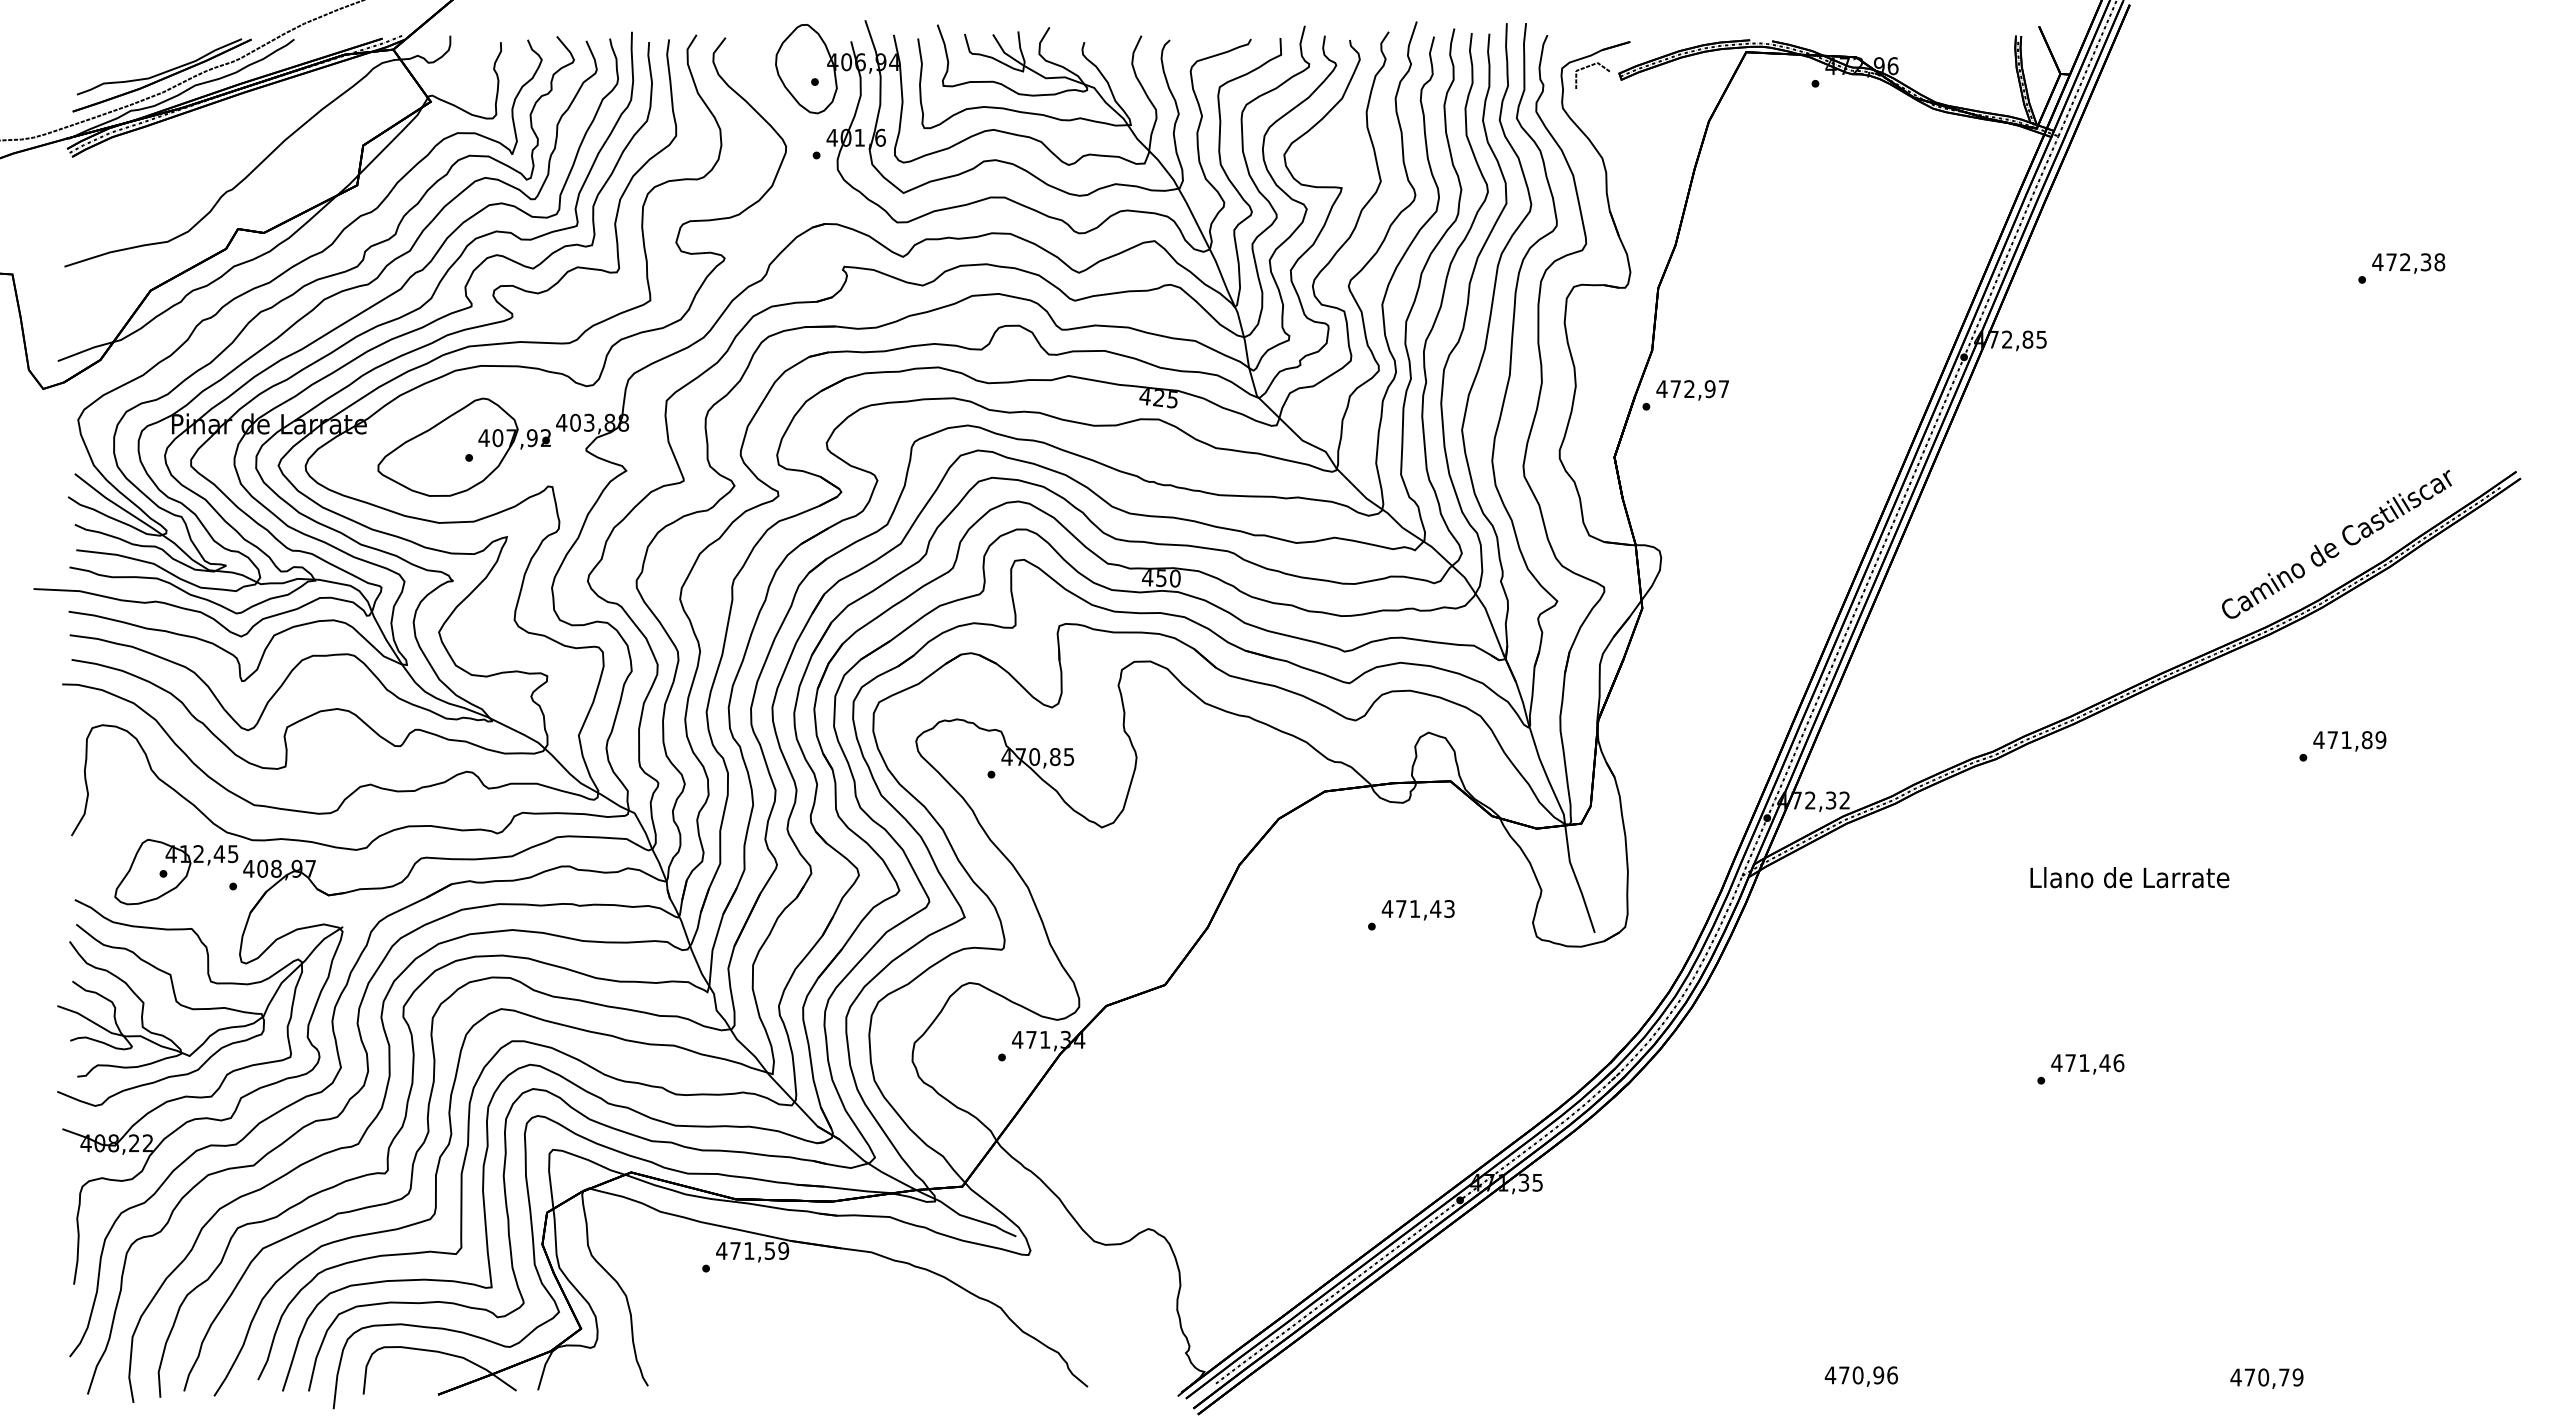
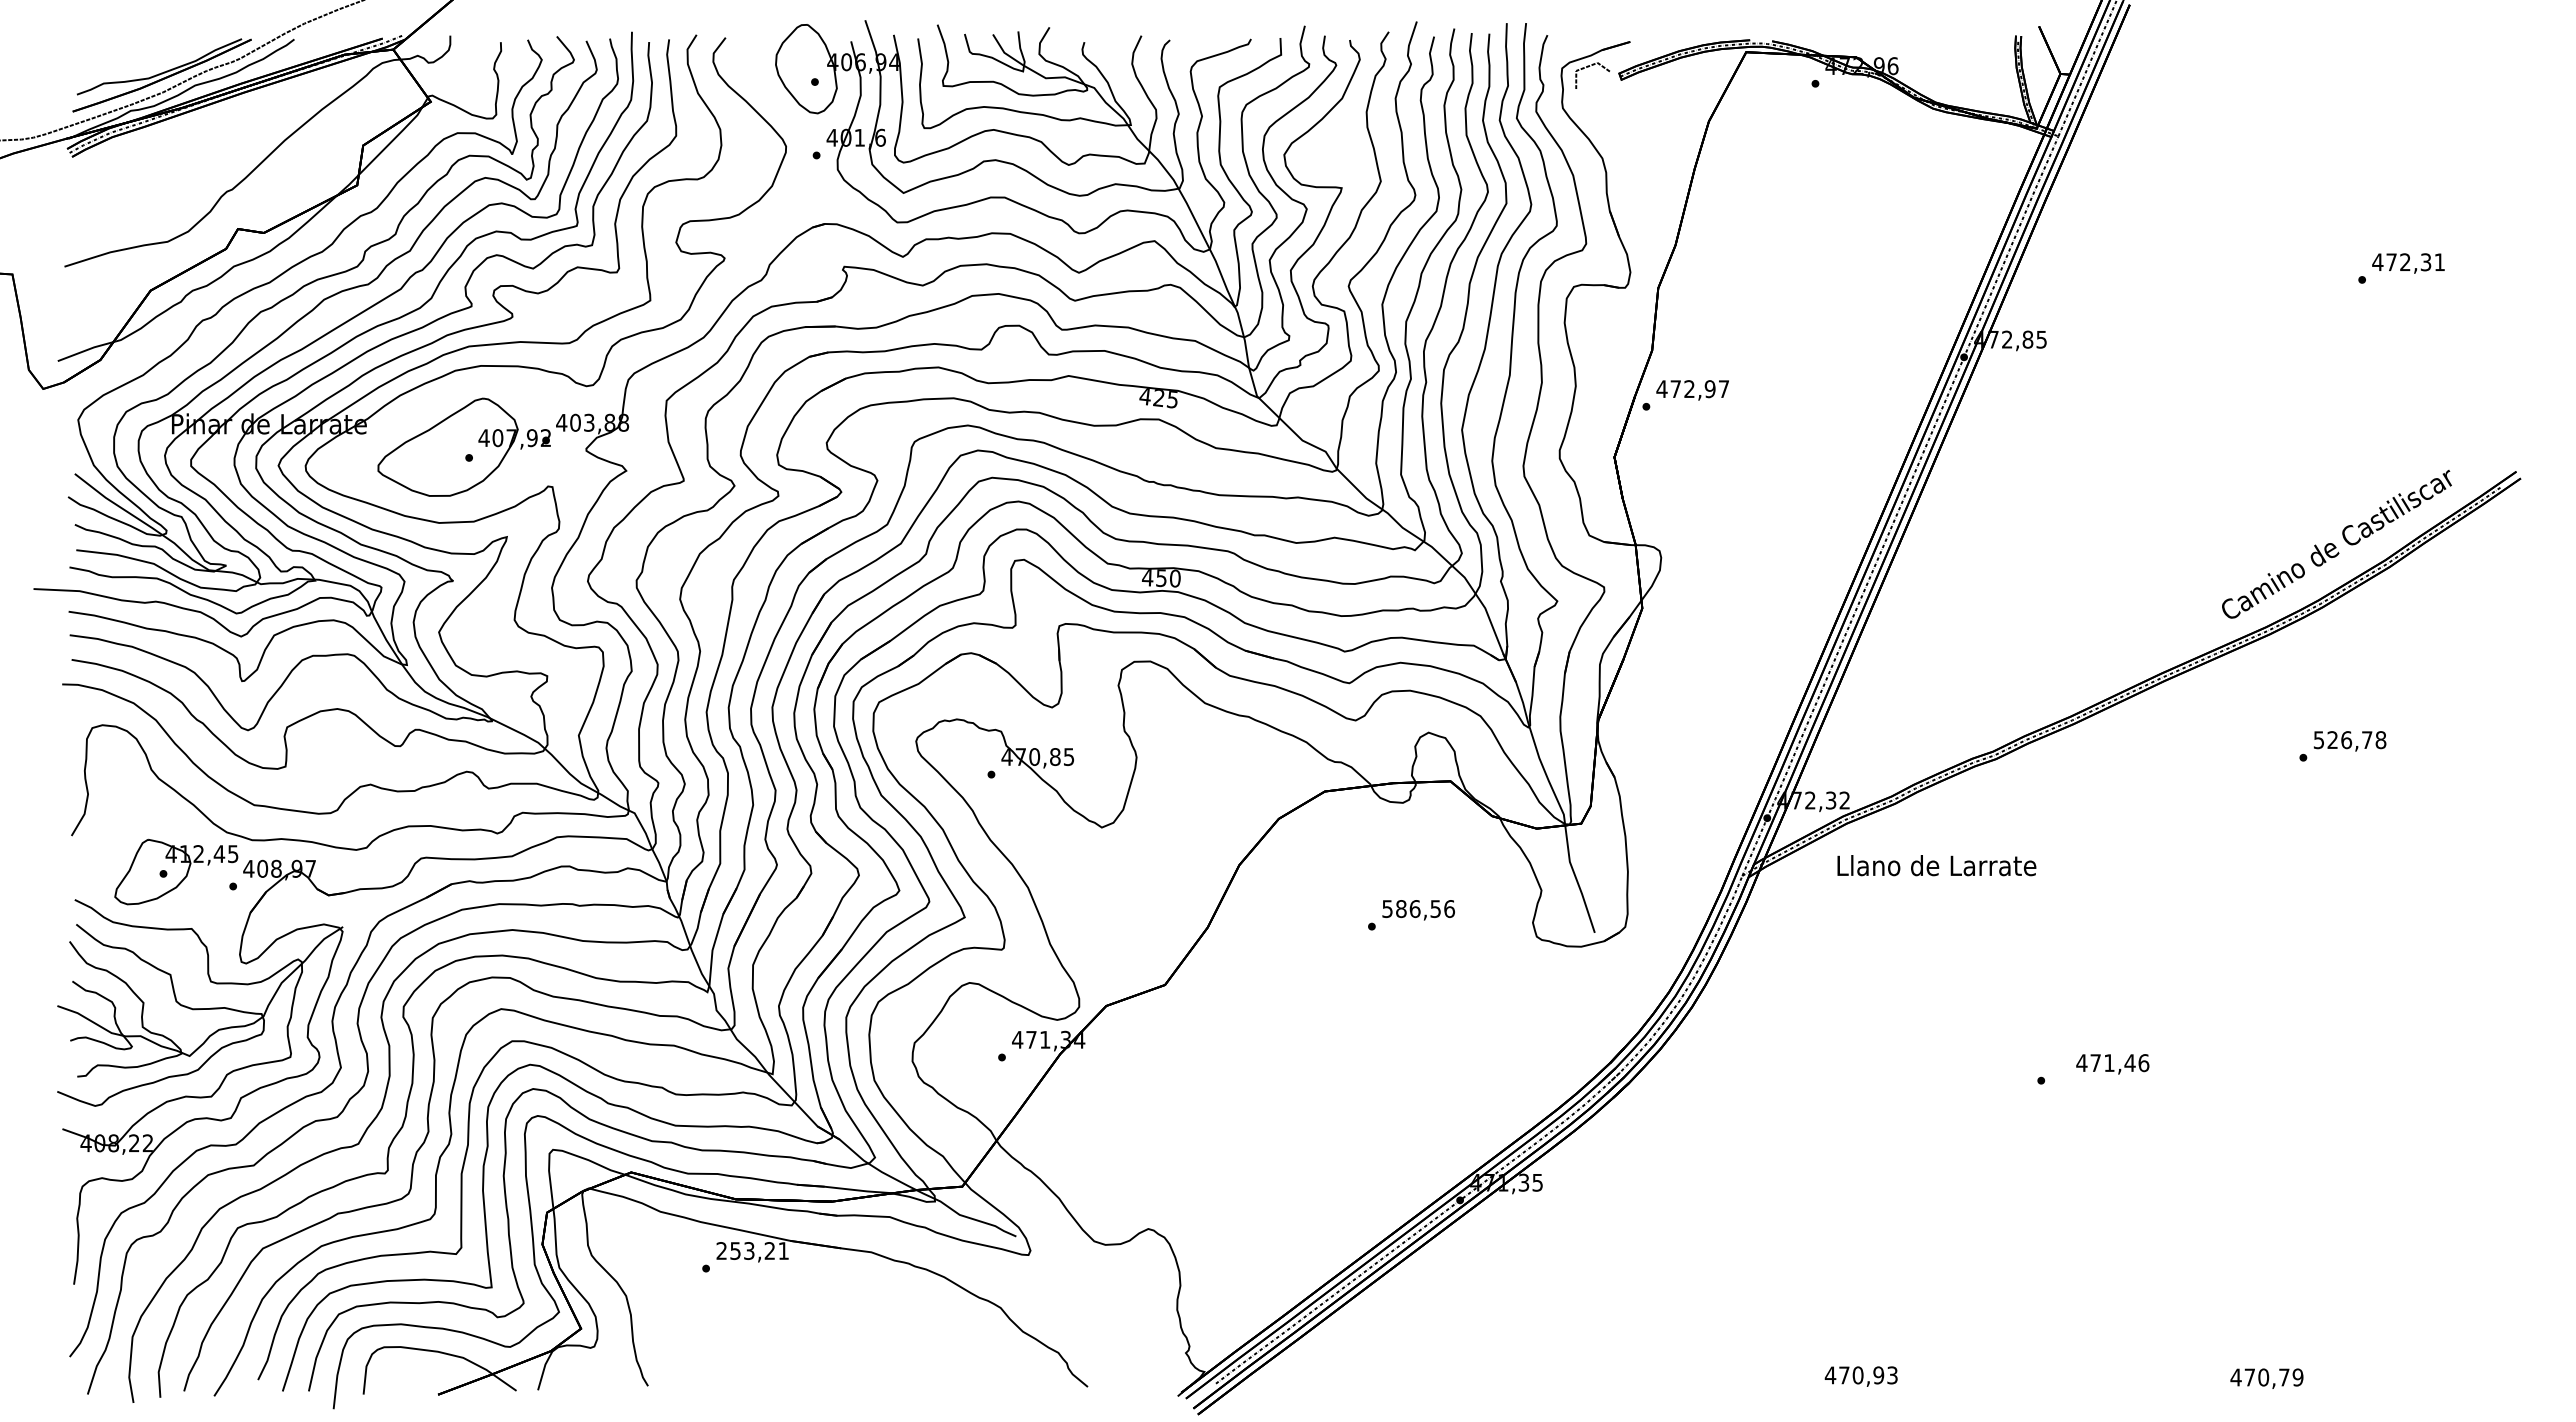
text at (2439, 262): 472,38 -> 472,31
text at (2349, 740): 471,89 -> 526,78
text at (2129, 877) position: (2129, 877) -> (1936, 865)
text at (1417, 909): 471,43 -> 586,56
text at (2087, 1064) position: (2087, 1064) -> (2112, 1064)
text at (752, 1251): 471,59 -> 253,21
text at (1892, 1375): 470,96 -> 470,93
